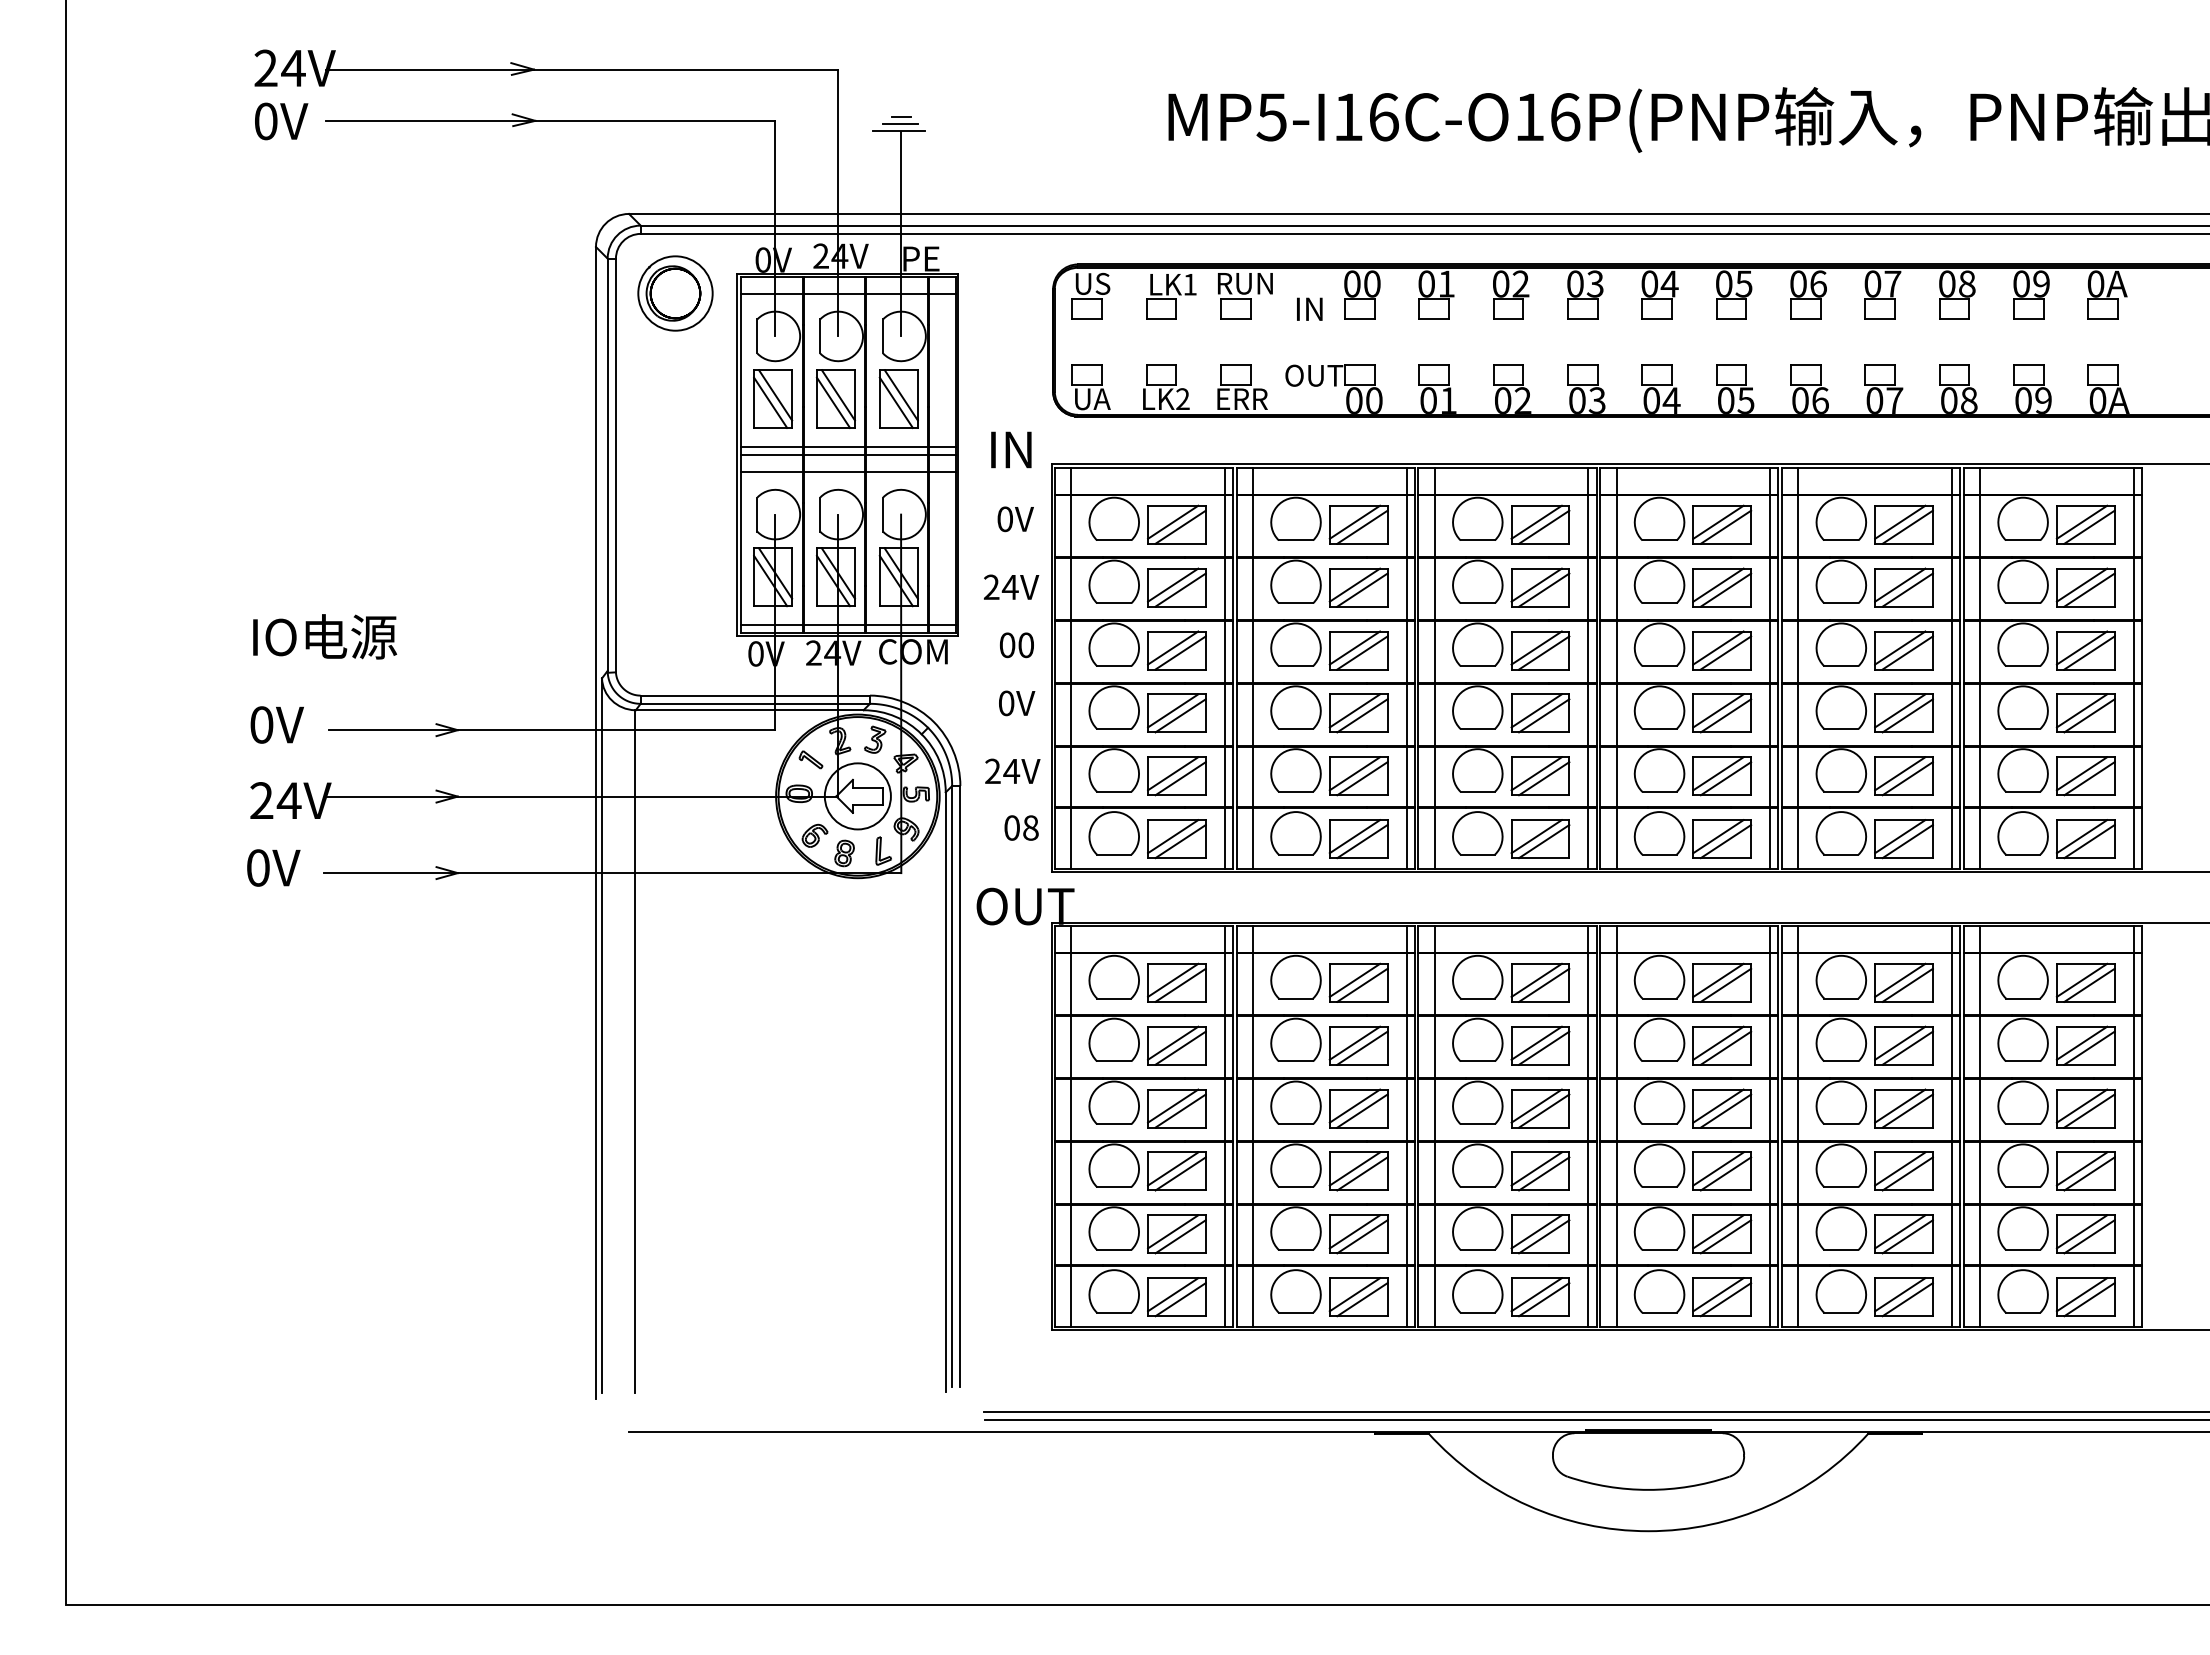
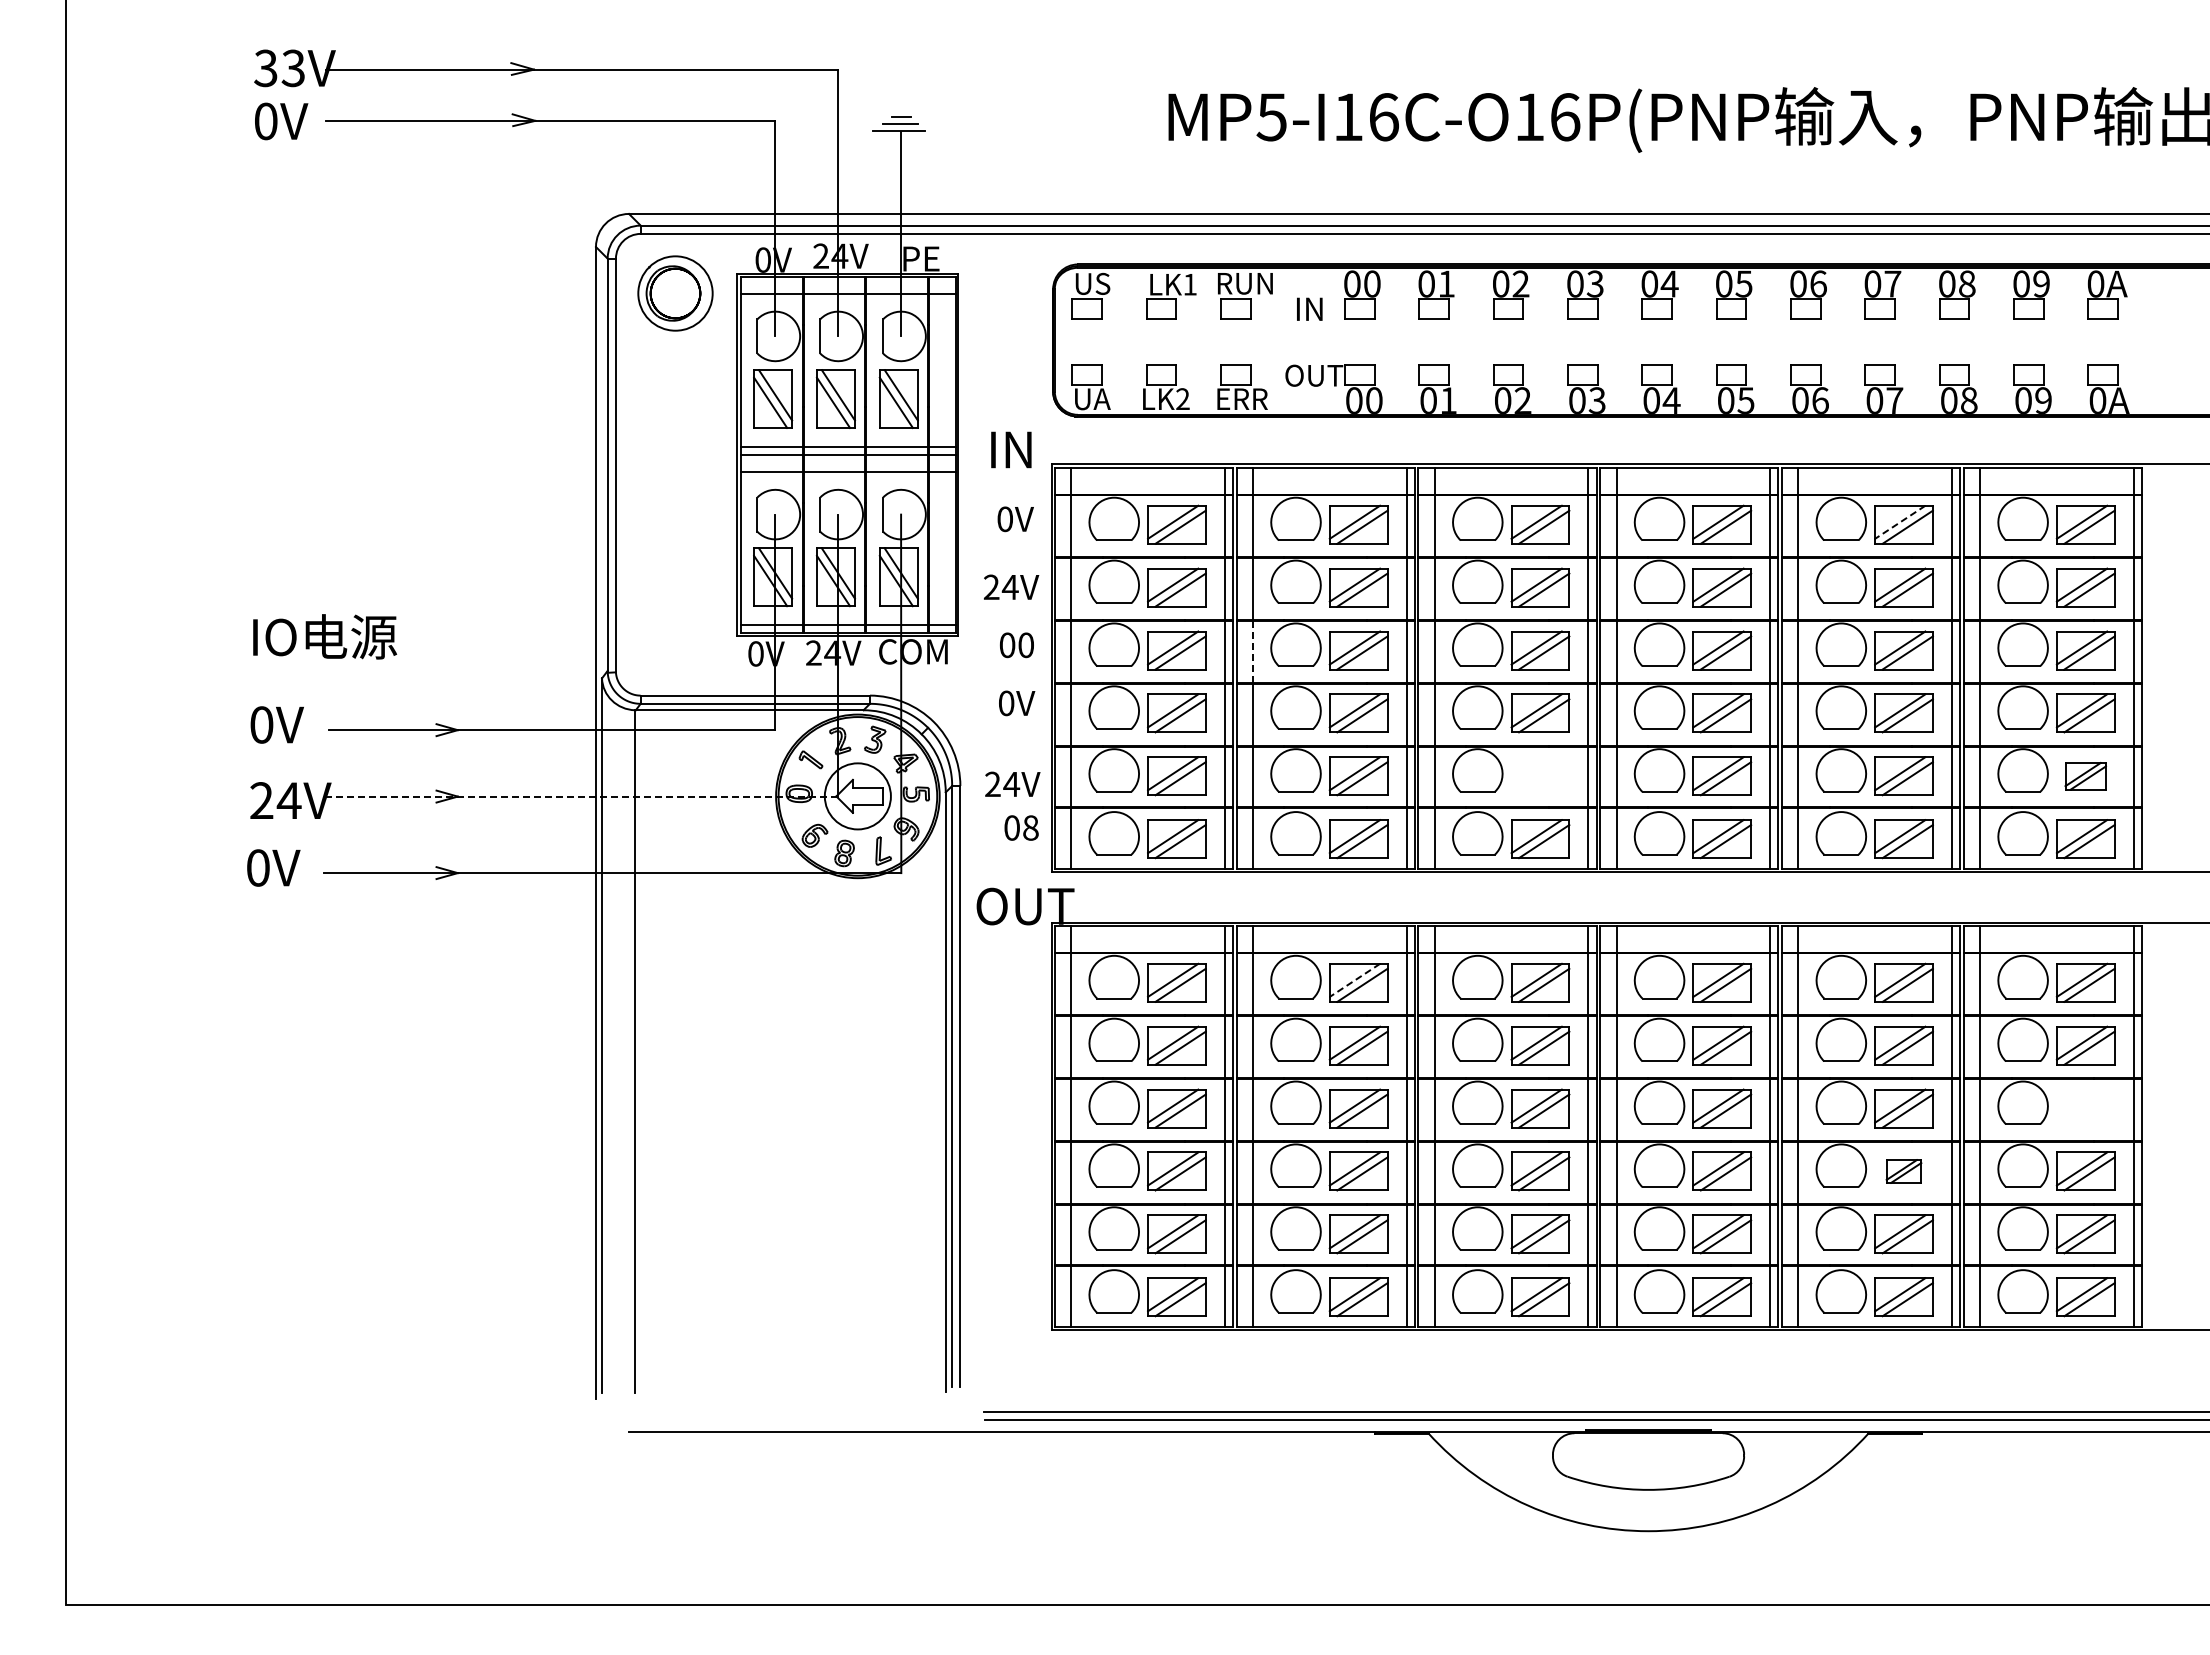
text at (279, 68): 24V -> 33V
line at (1899, 522): solid -> dashed
line at (1253, 651): solid -> dashed
text at (1012, 770) position: (1012, 770) -> (1012, 783)
part at (1540, 776): present -> none
part at (2085, 776) size: 61x41 px -> 43x29 px
line at (581, 796): solid -> dashed
line at (1354, 980): solid -> dashed
part at (2085, 1108): present -> none
part at (1903, 1171) size: 60x41 px -> 38x25 px
